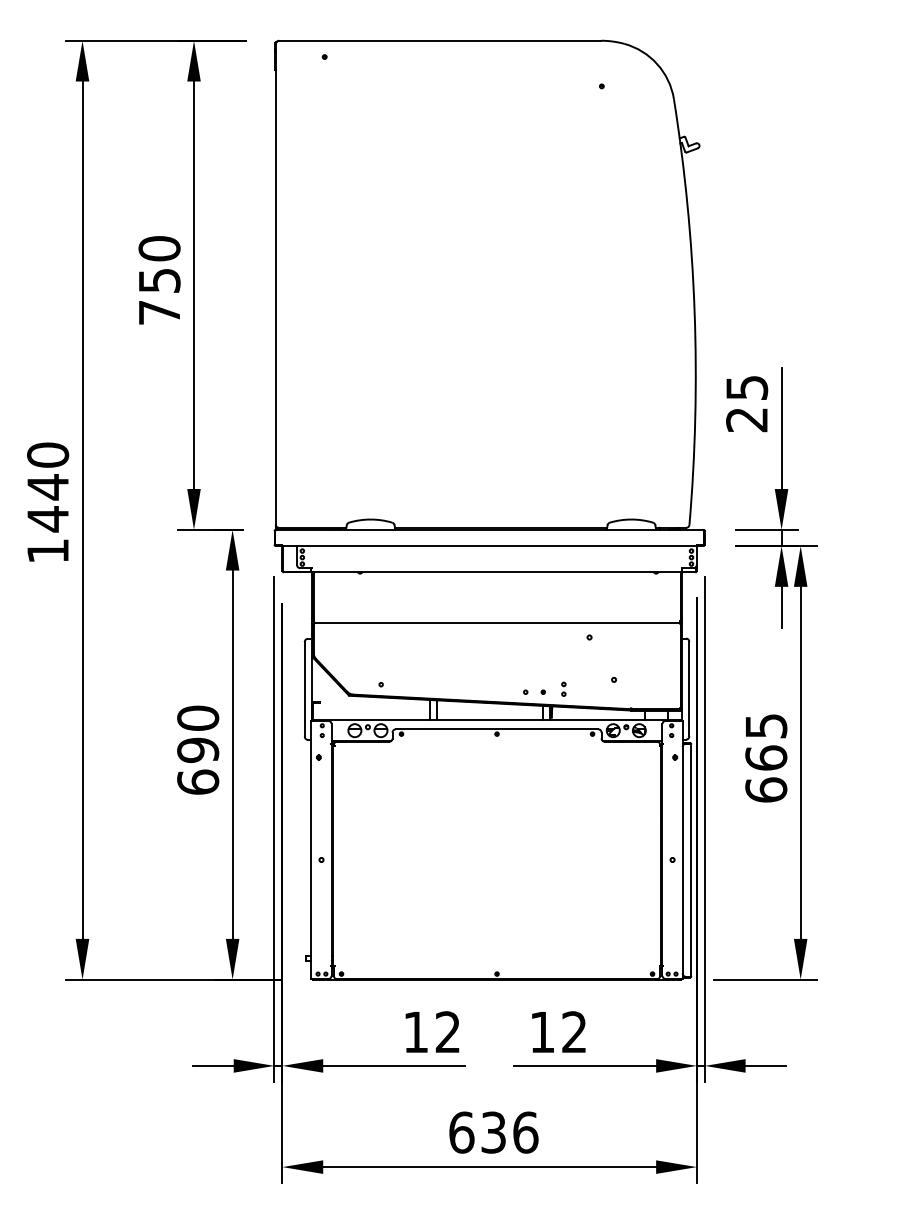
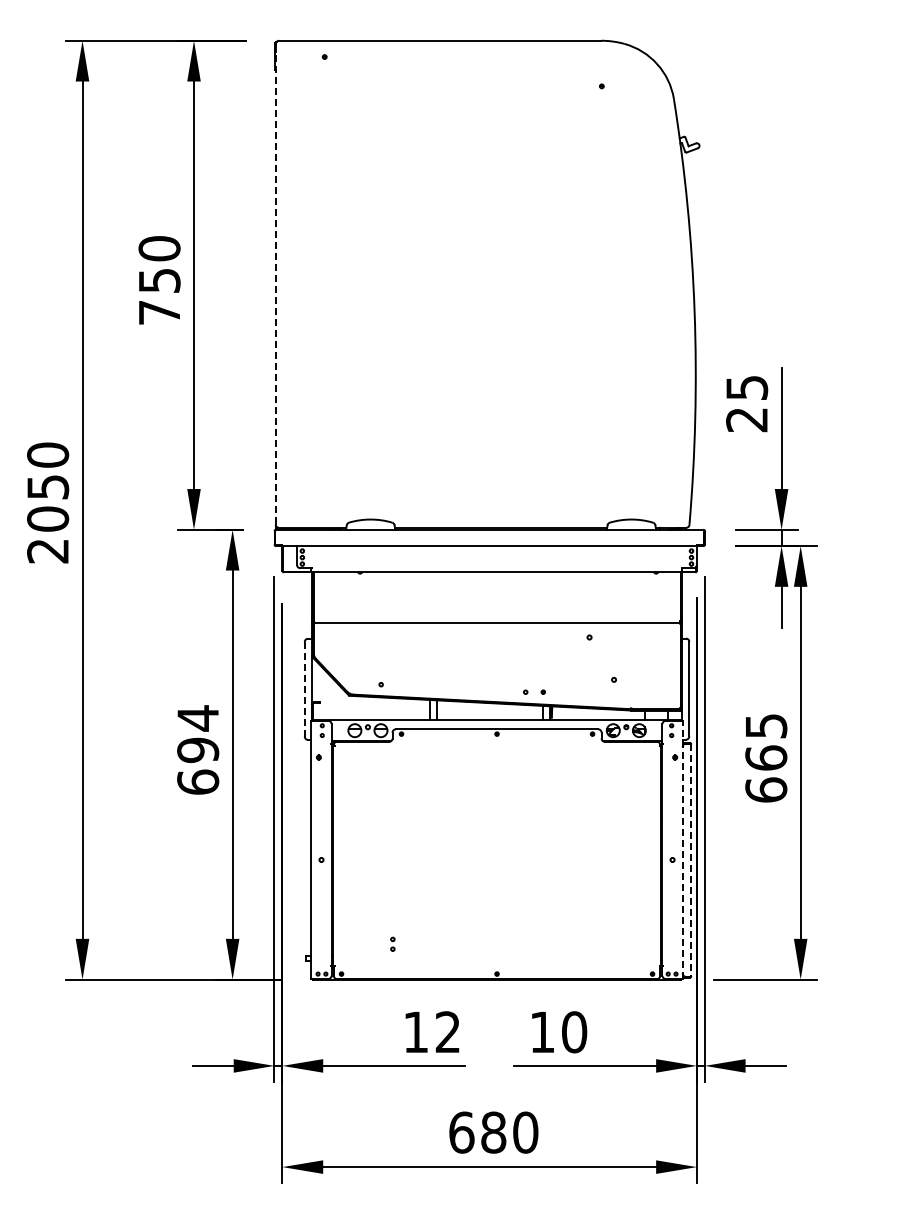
line at (275, 284): solid -> dashed
text at (48, 518): 1440 -> 2050
line at (304, 688): solid -> dashed
part at (563, 688) position: (563, 688) -> (392, 943)
text at (198, 718): 690 -> 694
line at (682, 849): solid -> dashed
line at (691, 860): solid -> dashed
text at (574, 1032): 12 -> 10
text at (509, 1132): 636 -> 680
